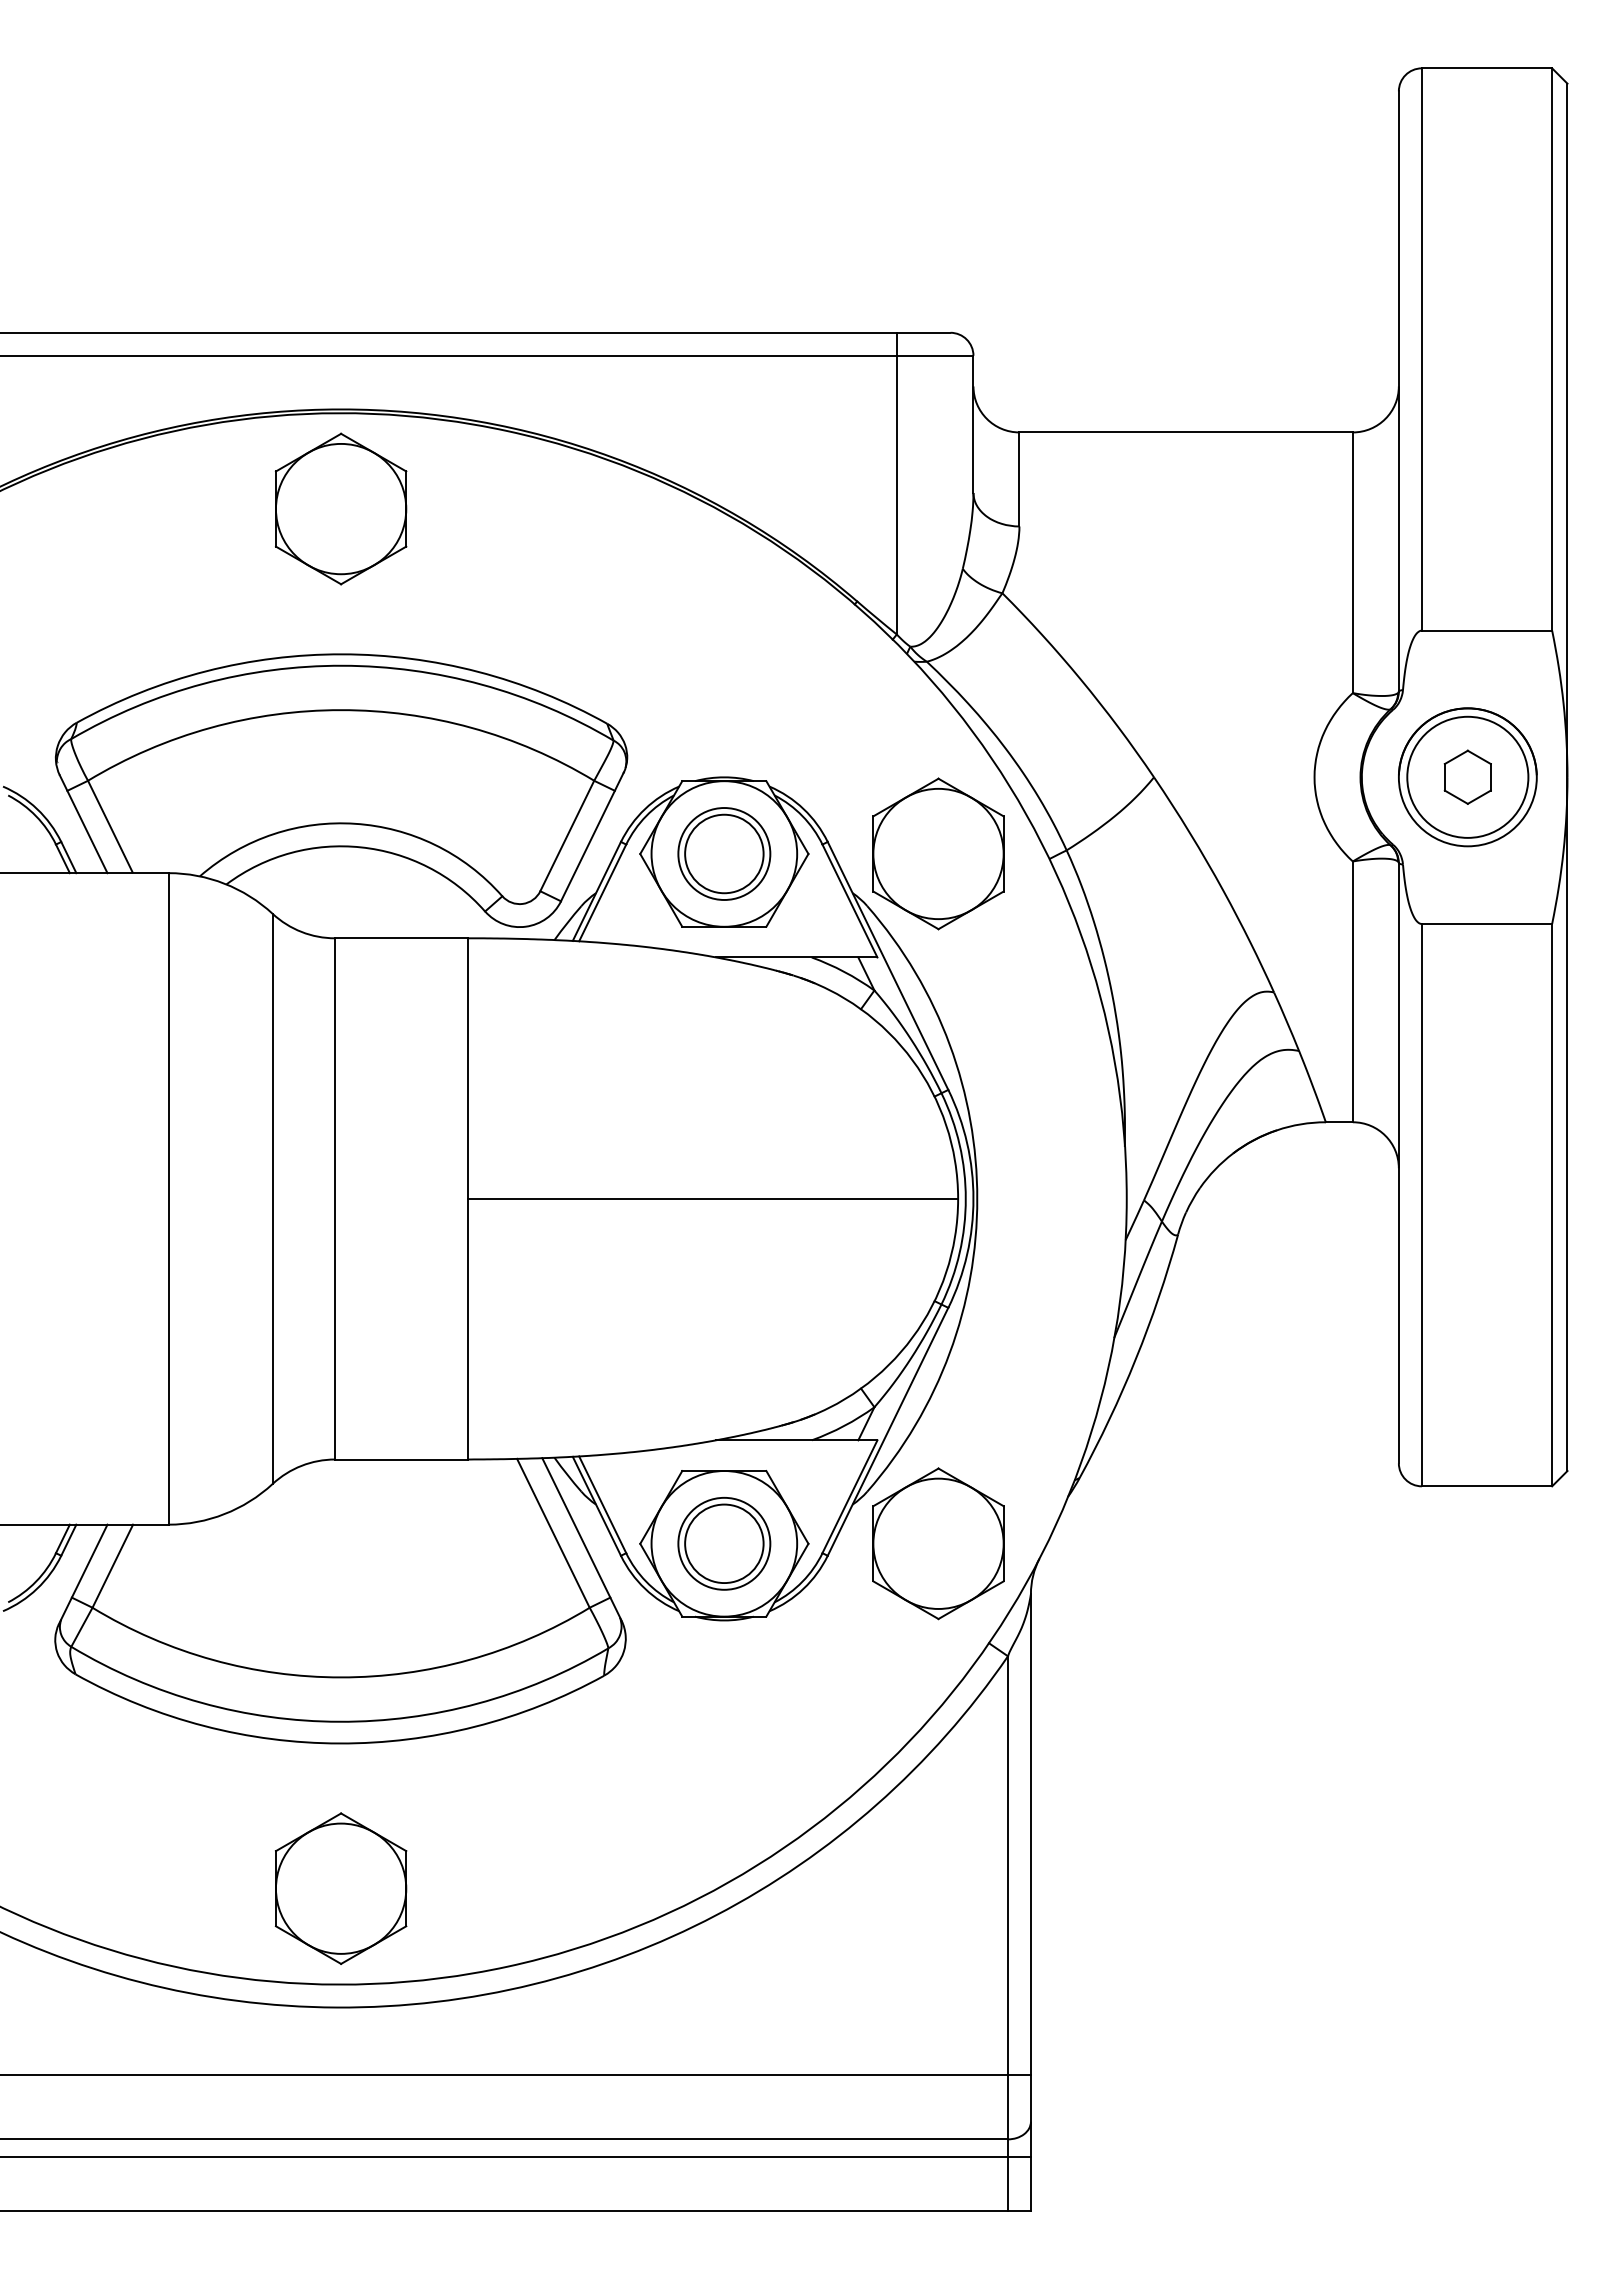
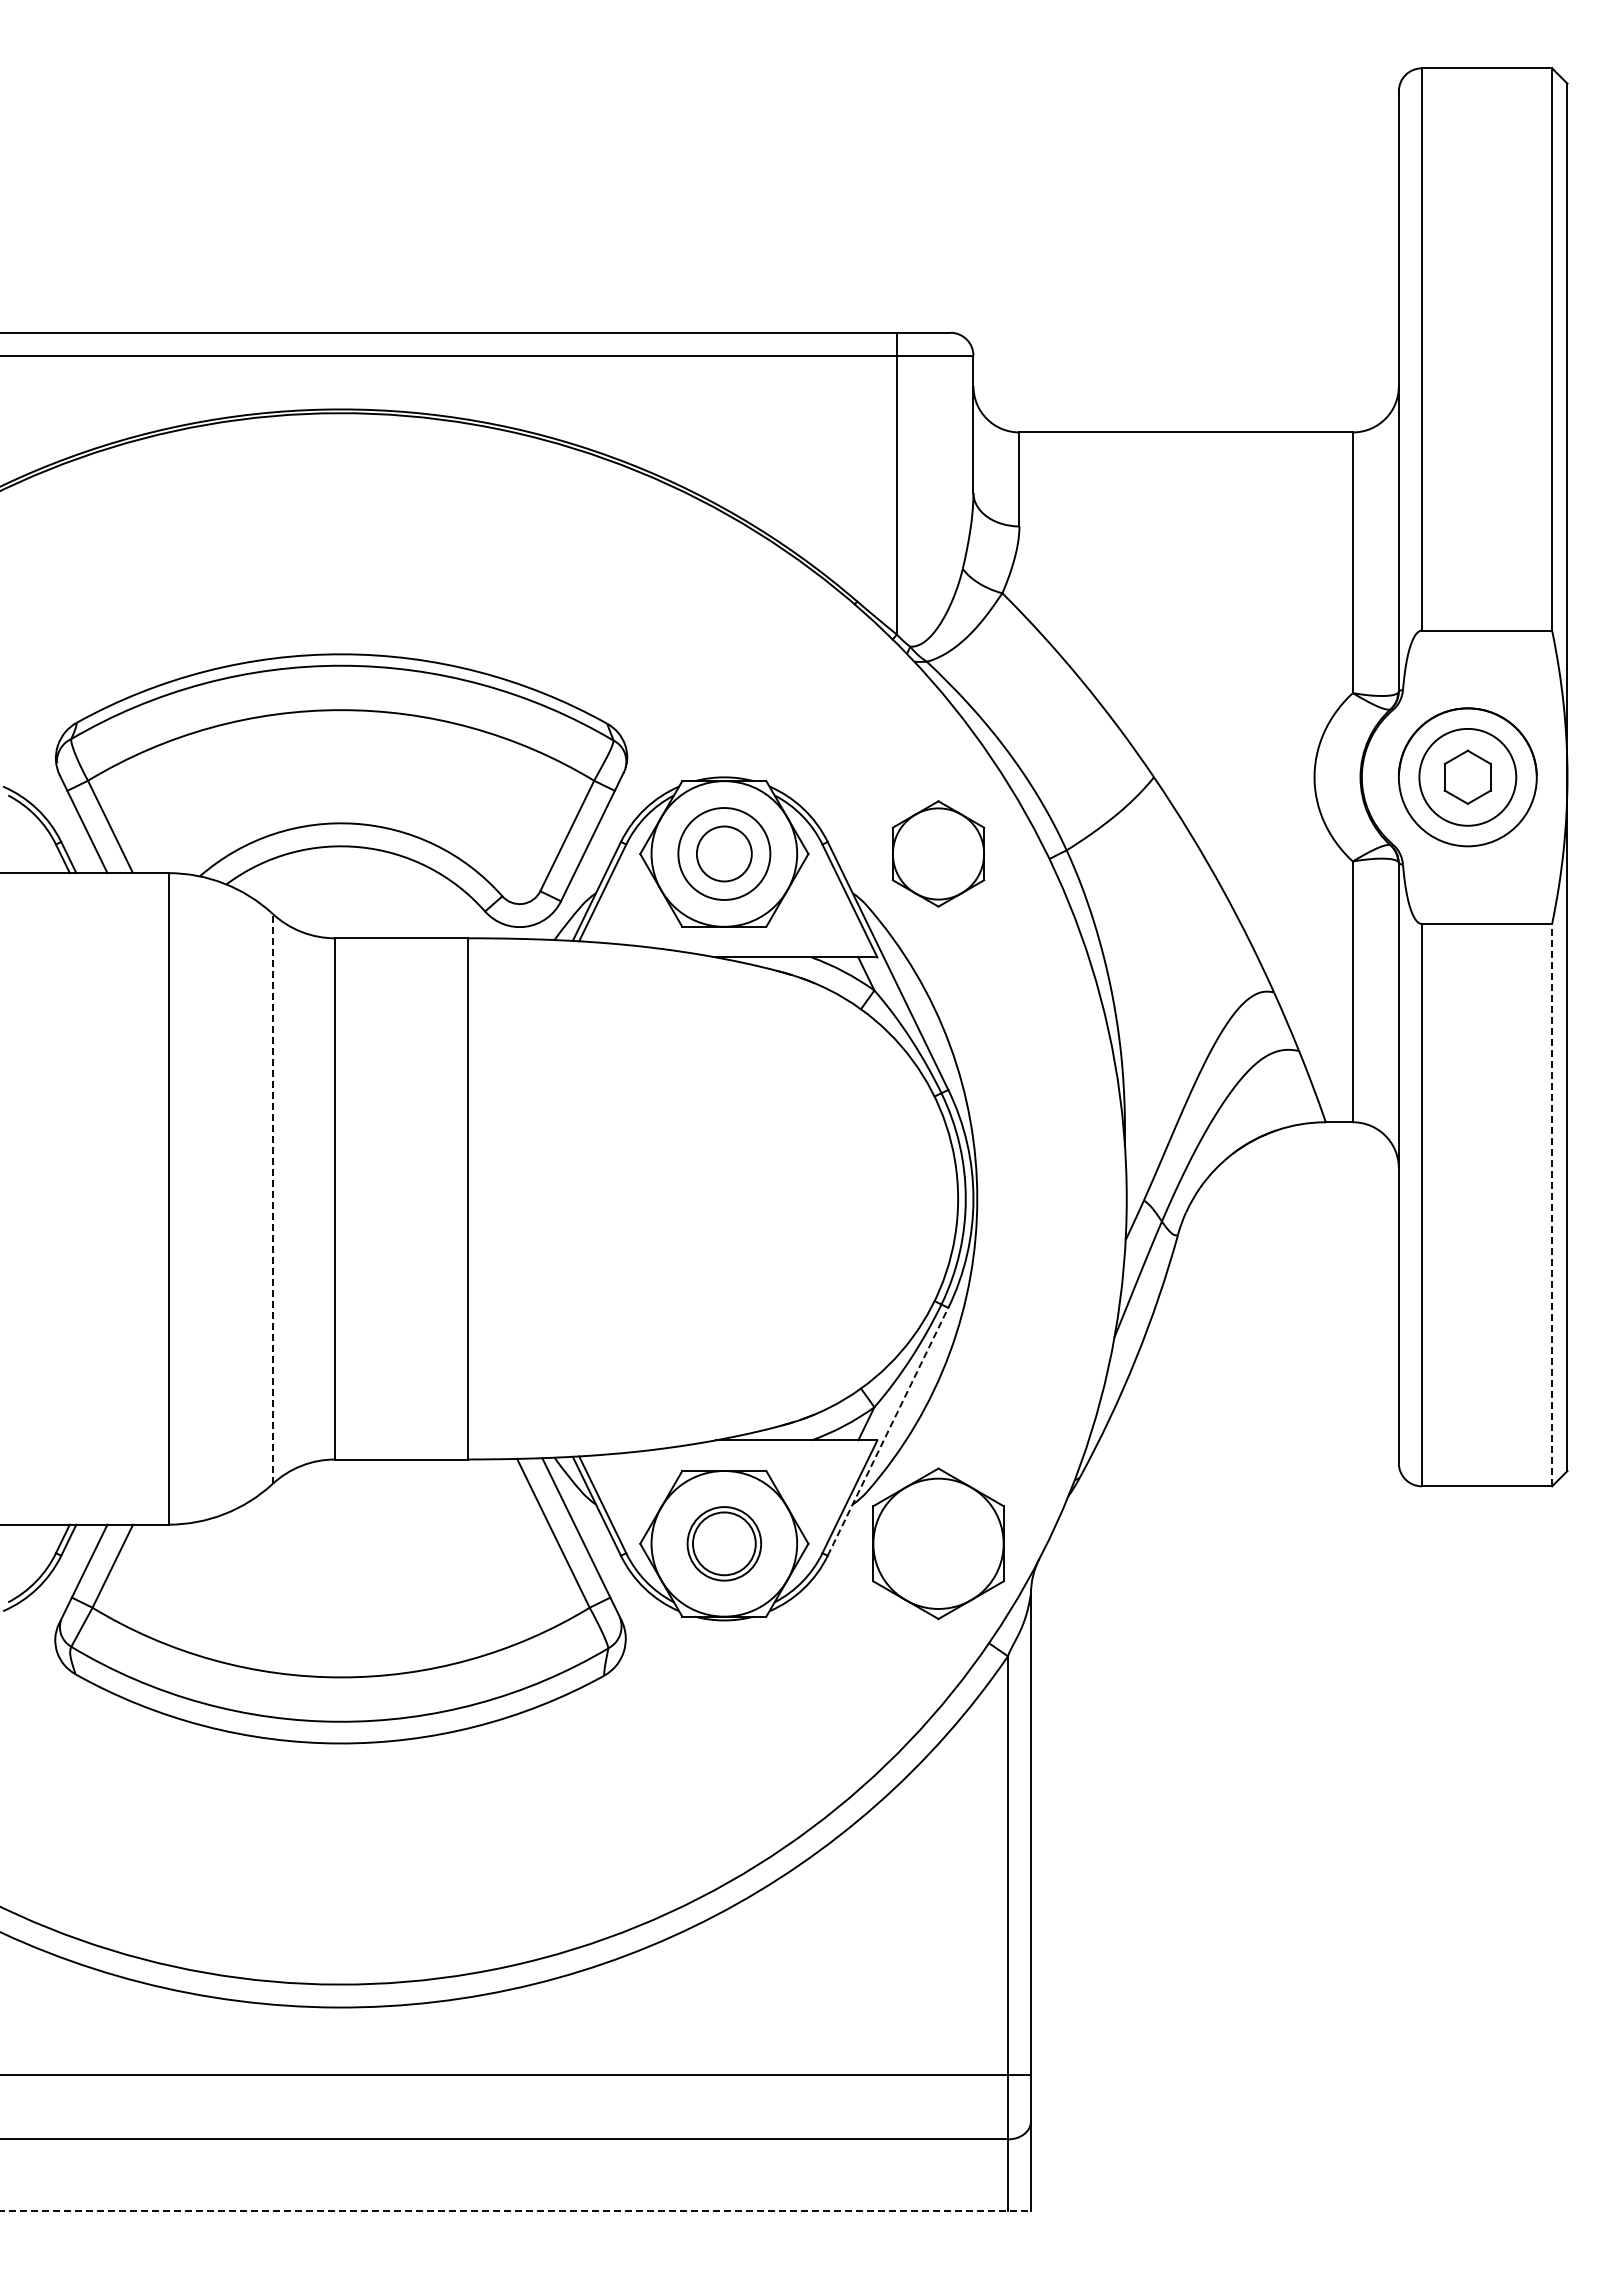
part at (340, 508): present -> none
circle at (1467, 776) diameter: 121 px -> 97 px
circle at (724, 853) diameter: 78 px -> 55 px
part at (938, 853) size: 133x154 px -> 95x108 px
line at (272, 1198): solid -> dashed
line at (712, 1198): present -> none
line at (1552, 1204): solid -> dashed
line at (888, 1431): solid -> dashed
part at (724, 1543) size: 95x94 px -> 77x76 px
part at (340, 1888): present -> none
line at (516, 2157): present -> none
line at (516, 2210): solid -> dashed
